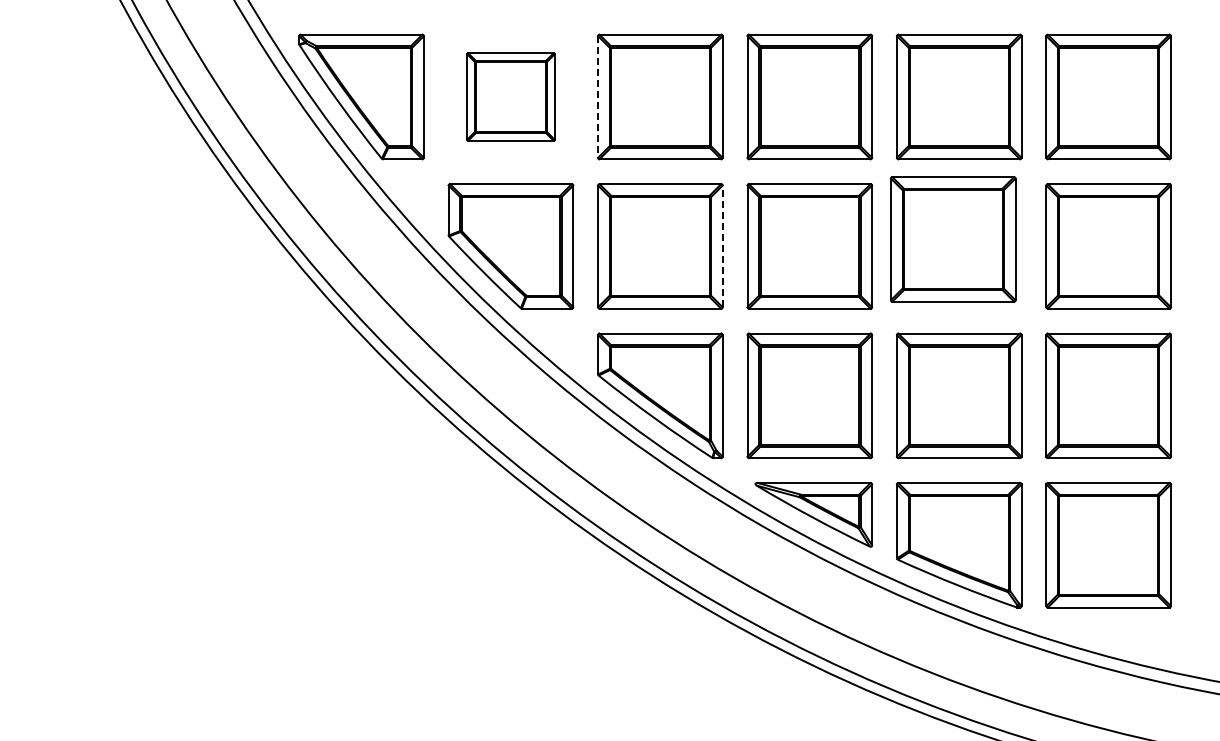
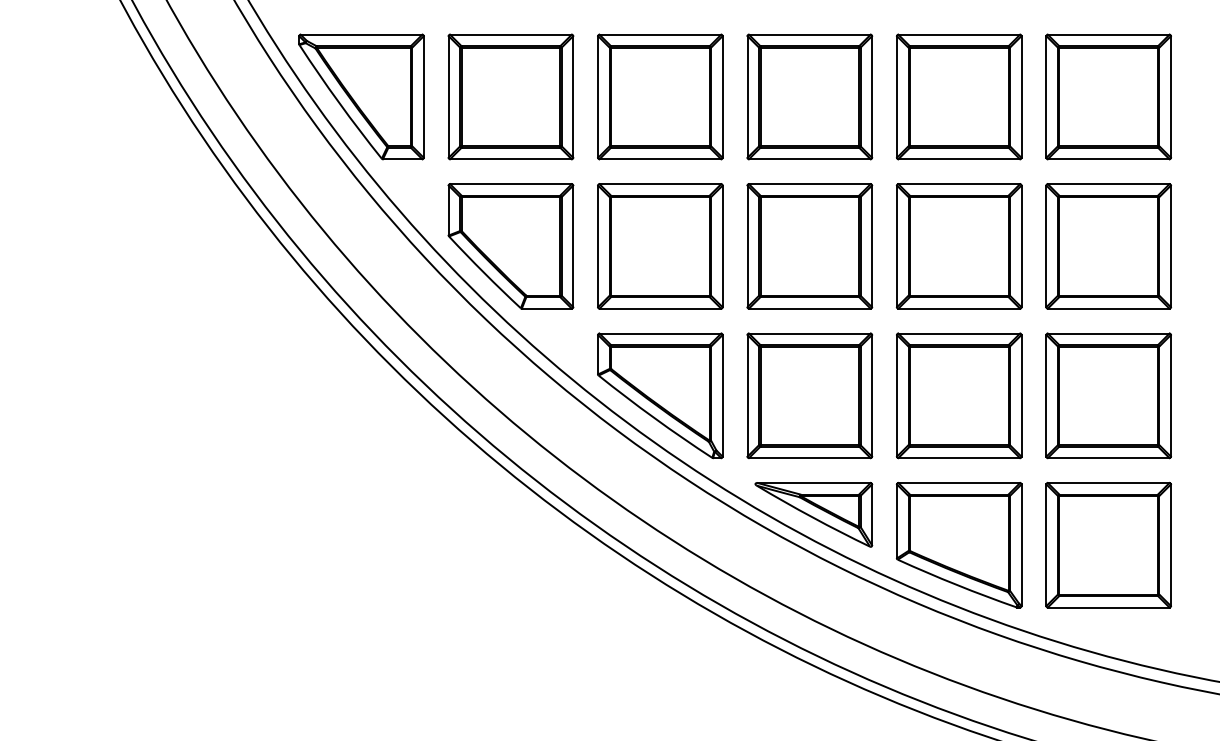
part at (510, 96) size: 90x90 px -> 128x128 px
line at (598, 96): dashed -> solid
part at (952, 239) position: (952, 239) -> (958, 246)
line at (722, 246): dashed -> solid
